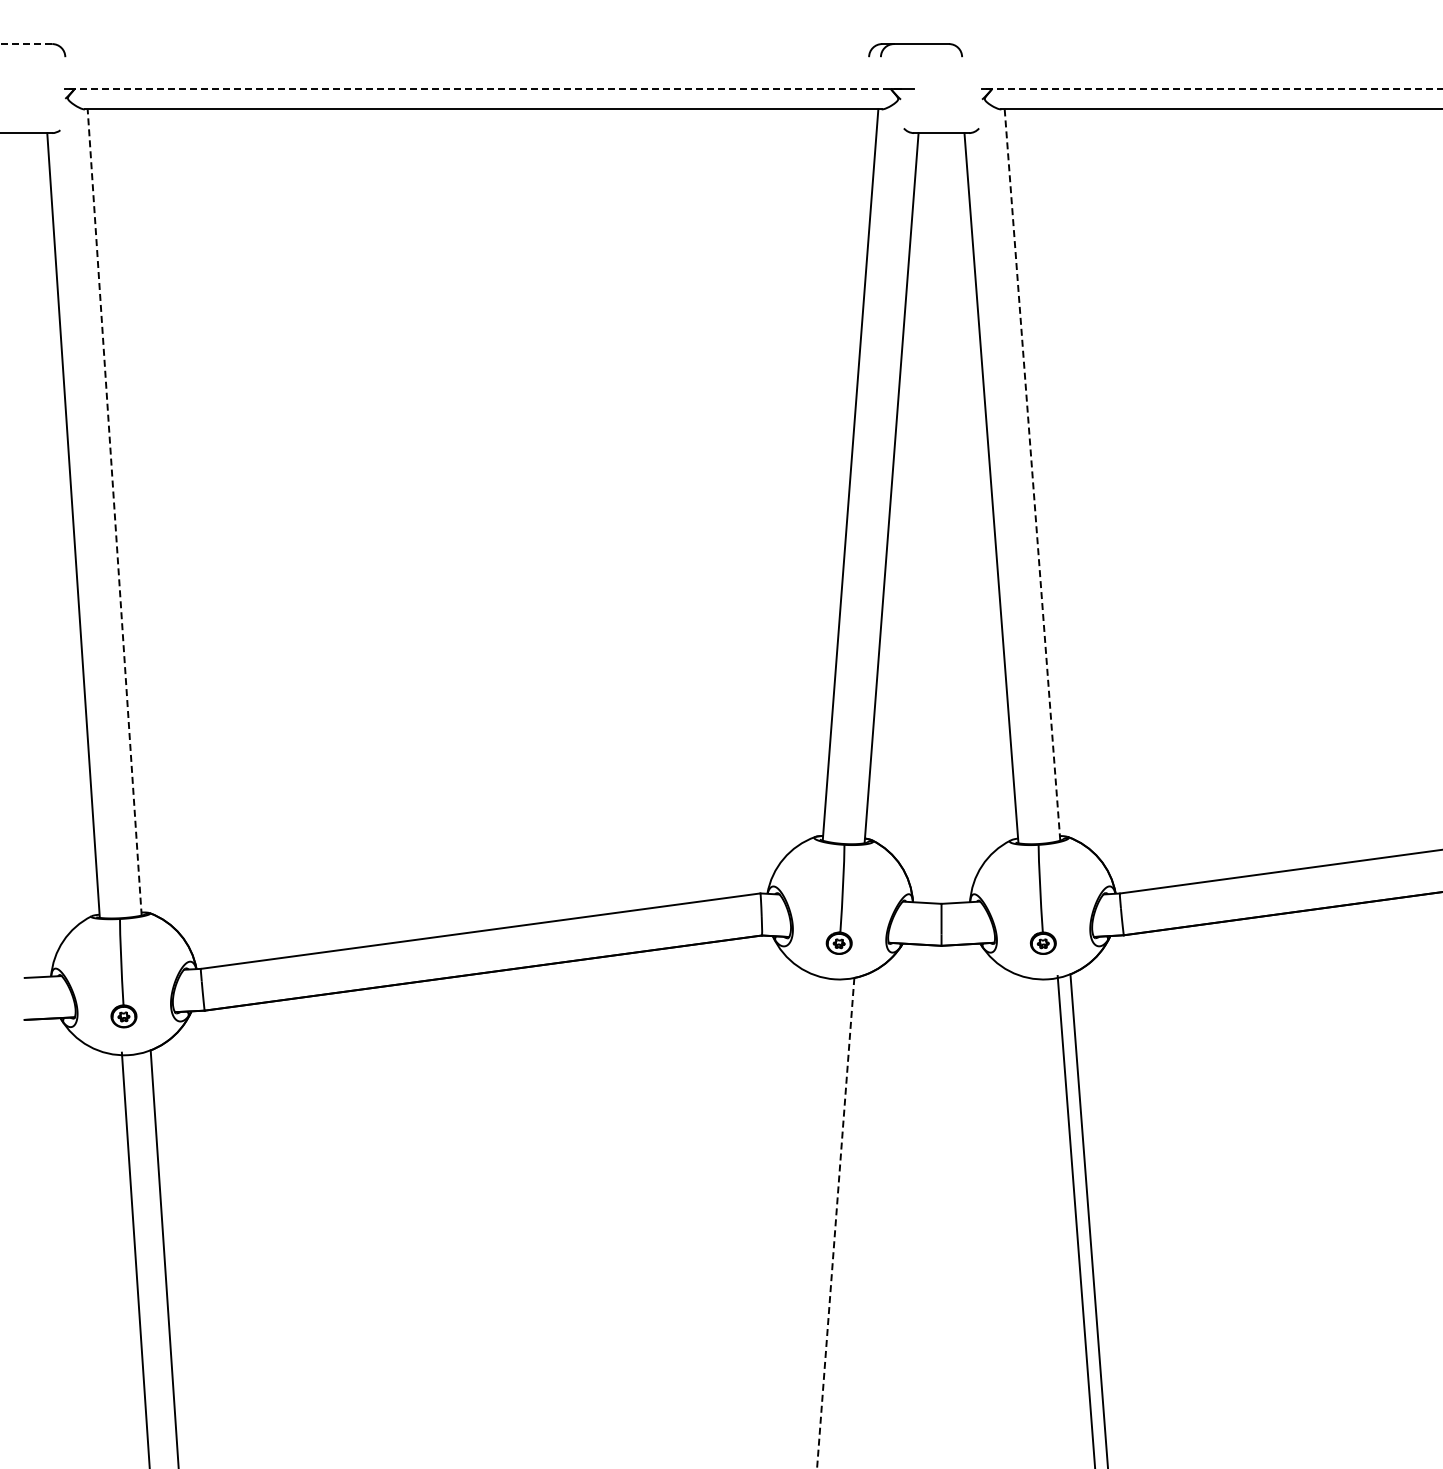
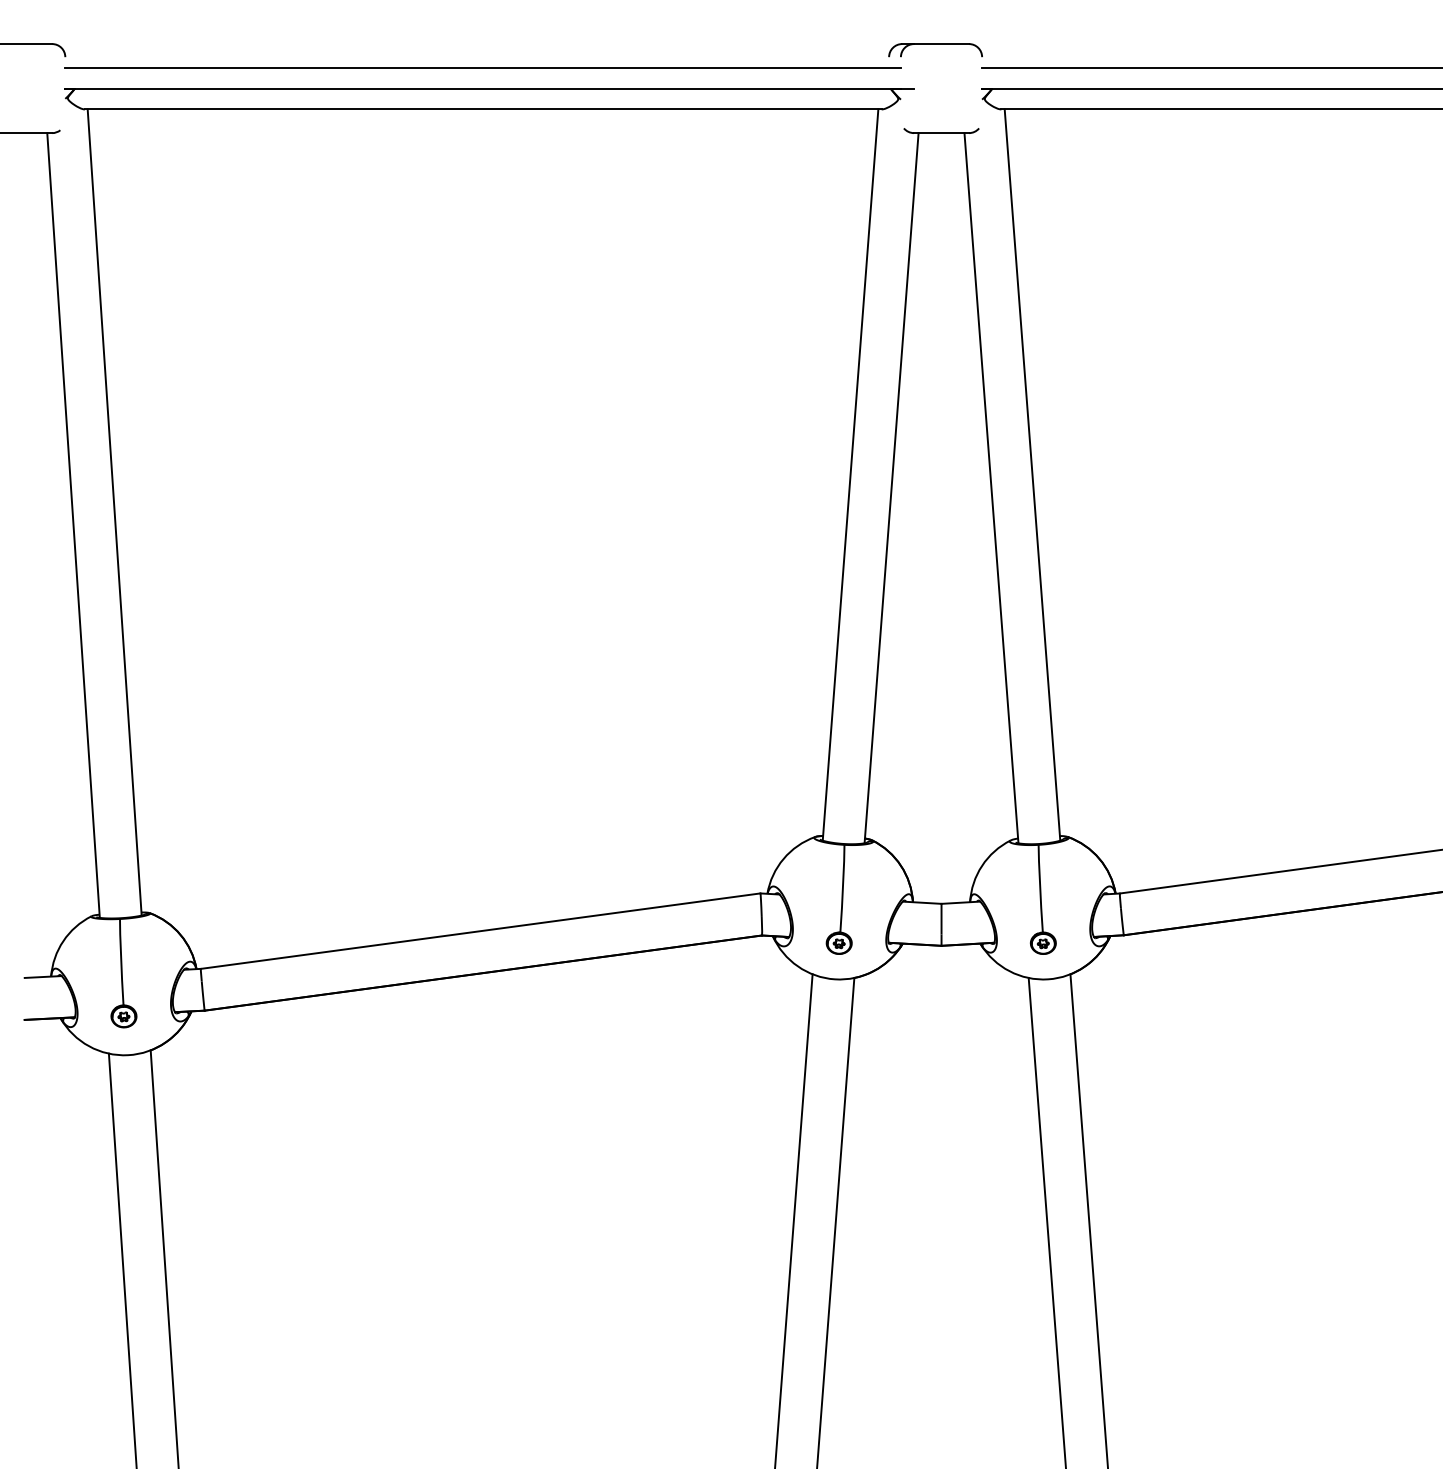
line at (25, 44): dashed -> solid
part at (915, 50) position: (915, 50) -> (935, 50)
line at (482, 67): none -> present
line at (1210, 67): none -> present
line at (483, 88): dashed -> solid
line at (1212, 88): dashed -> solid
line at (1032, 475): dashed -> solid
line at (114, 512): dashed -> solid
line at (793, 1219): none -> present
line at (1075, 1220) position: (1075, 1220) -> (1046, 1221)
line at (835, 1224): dashed -> solid
line at (135, 1258) position: (135, 1258) -> (122, 1259)
